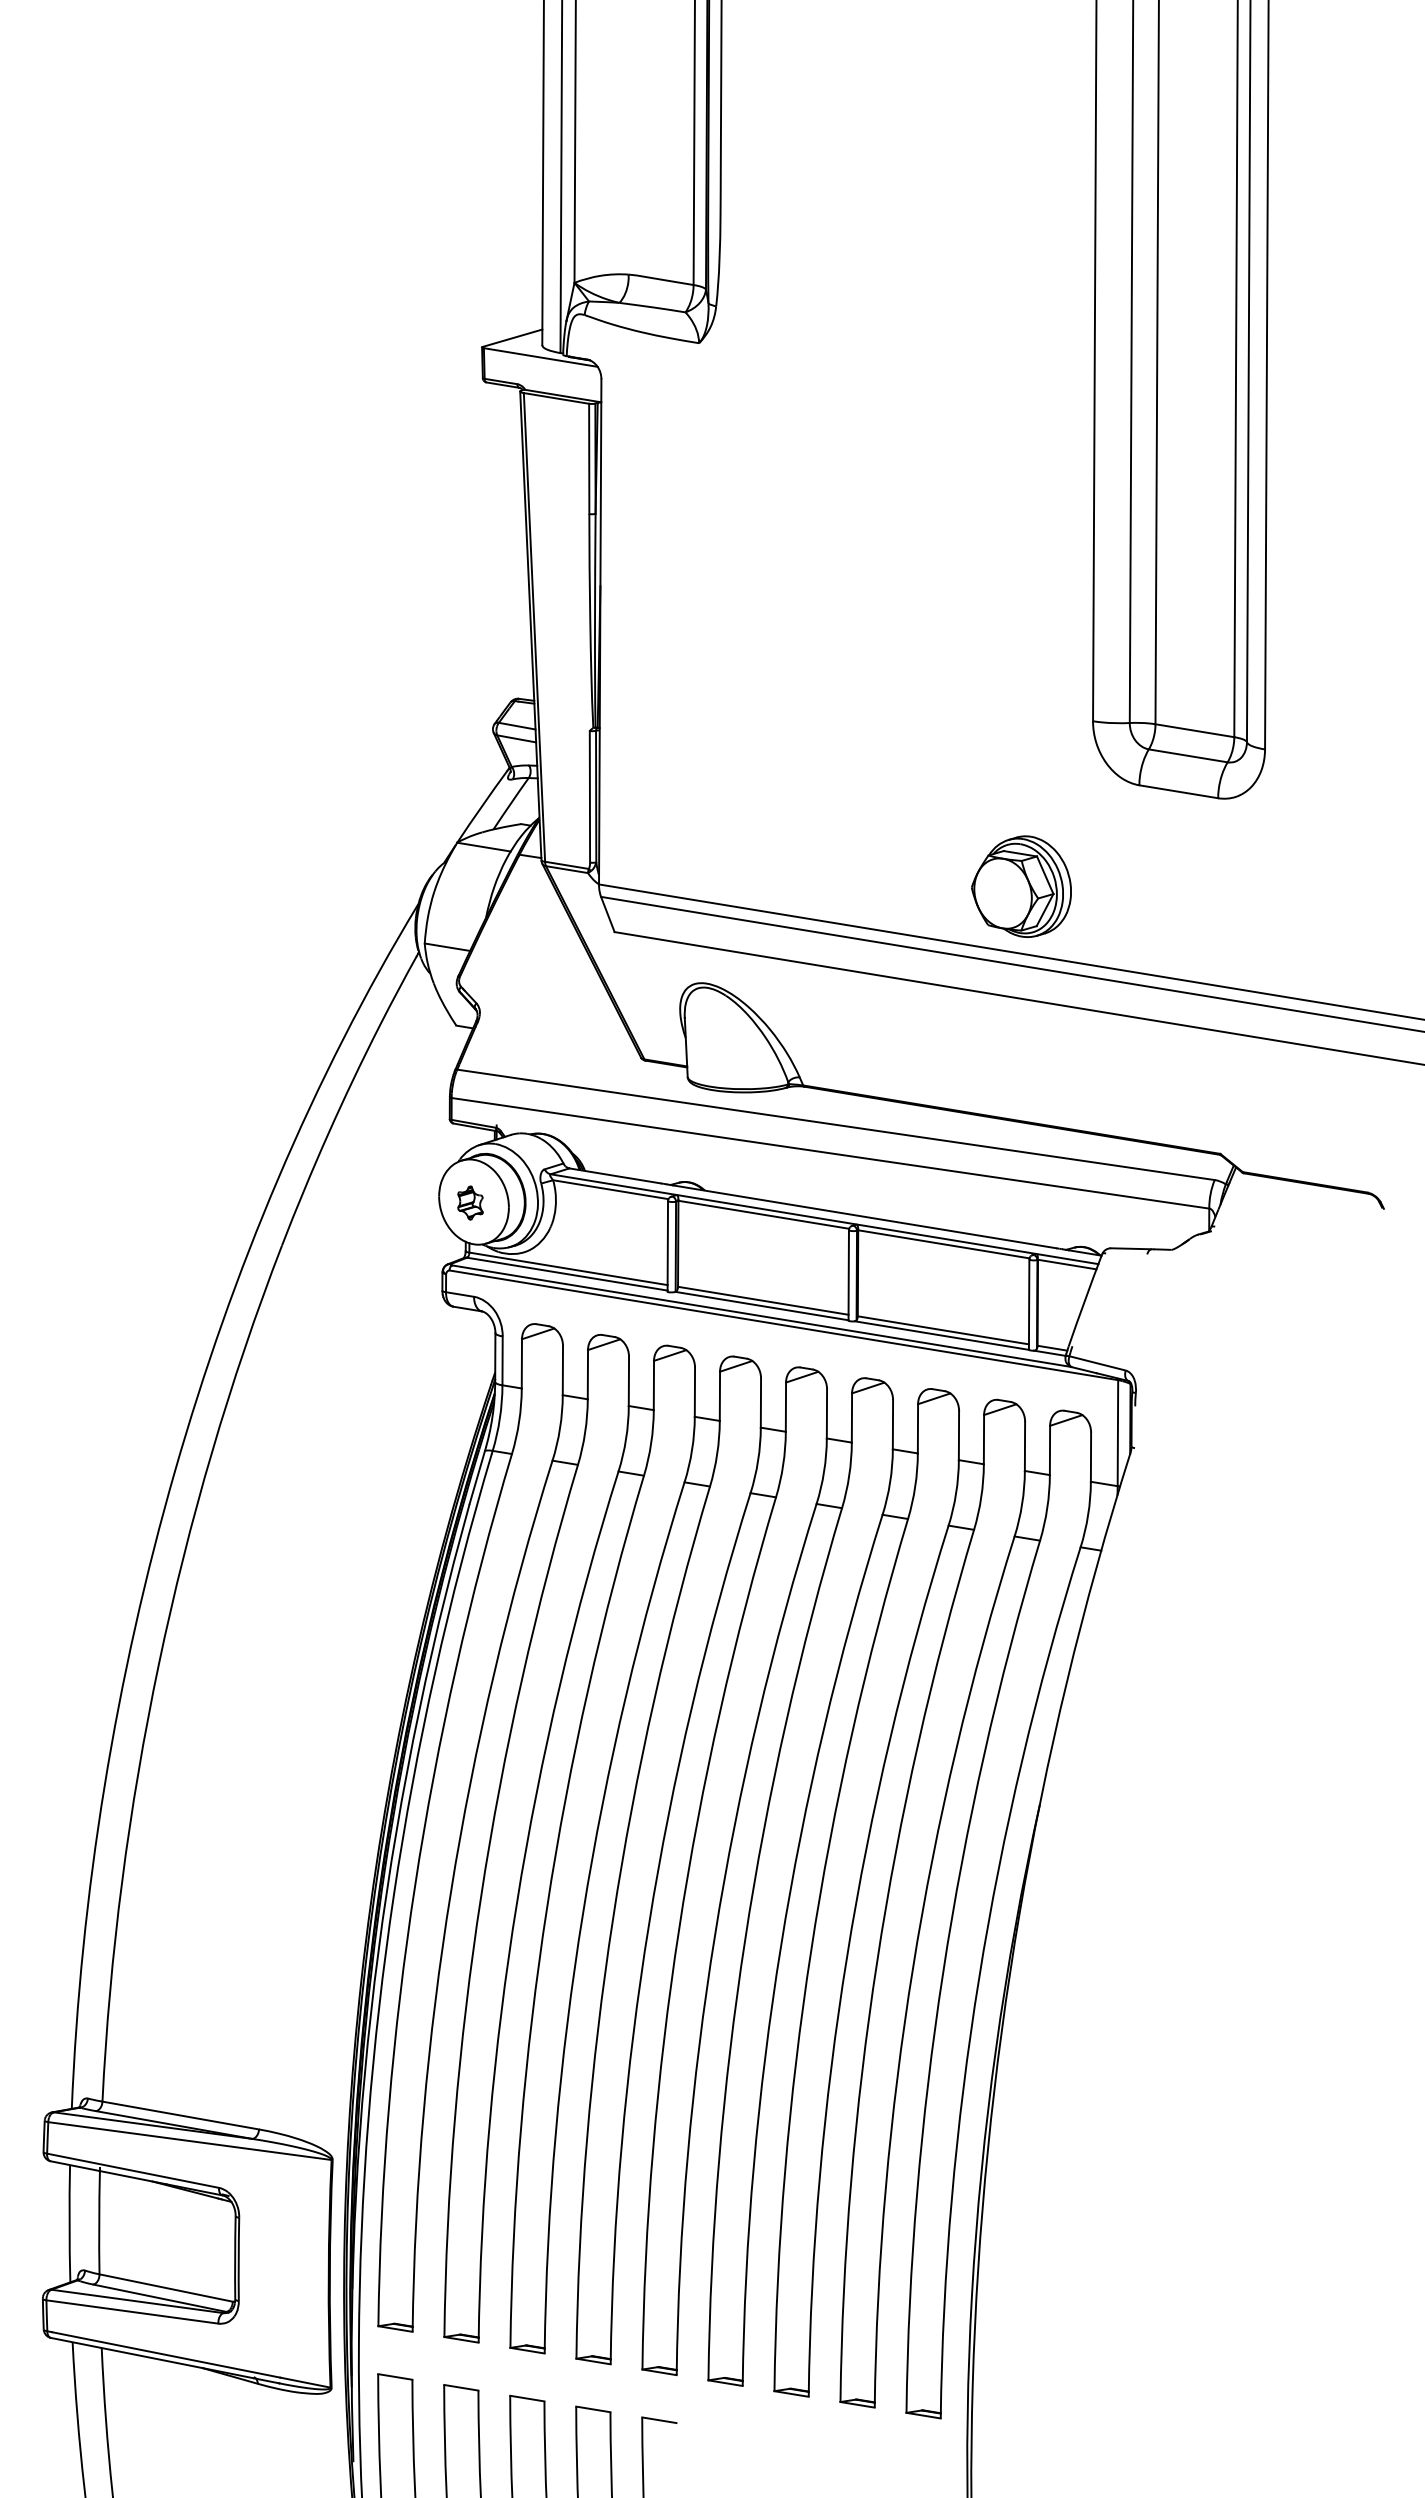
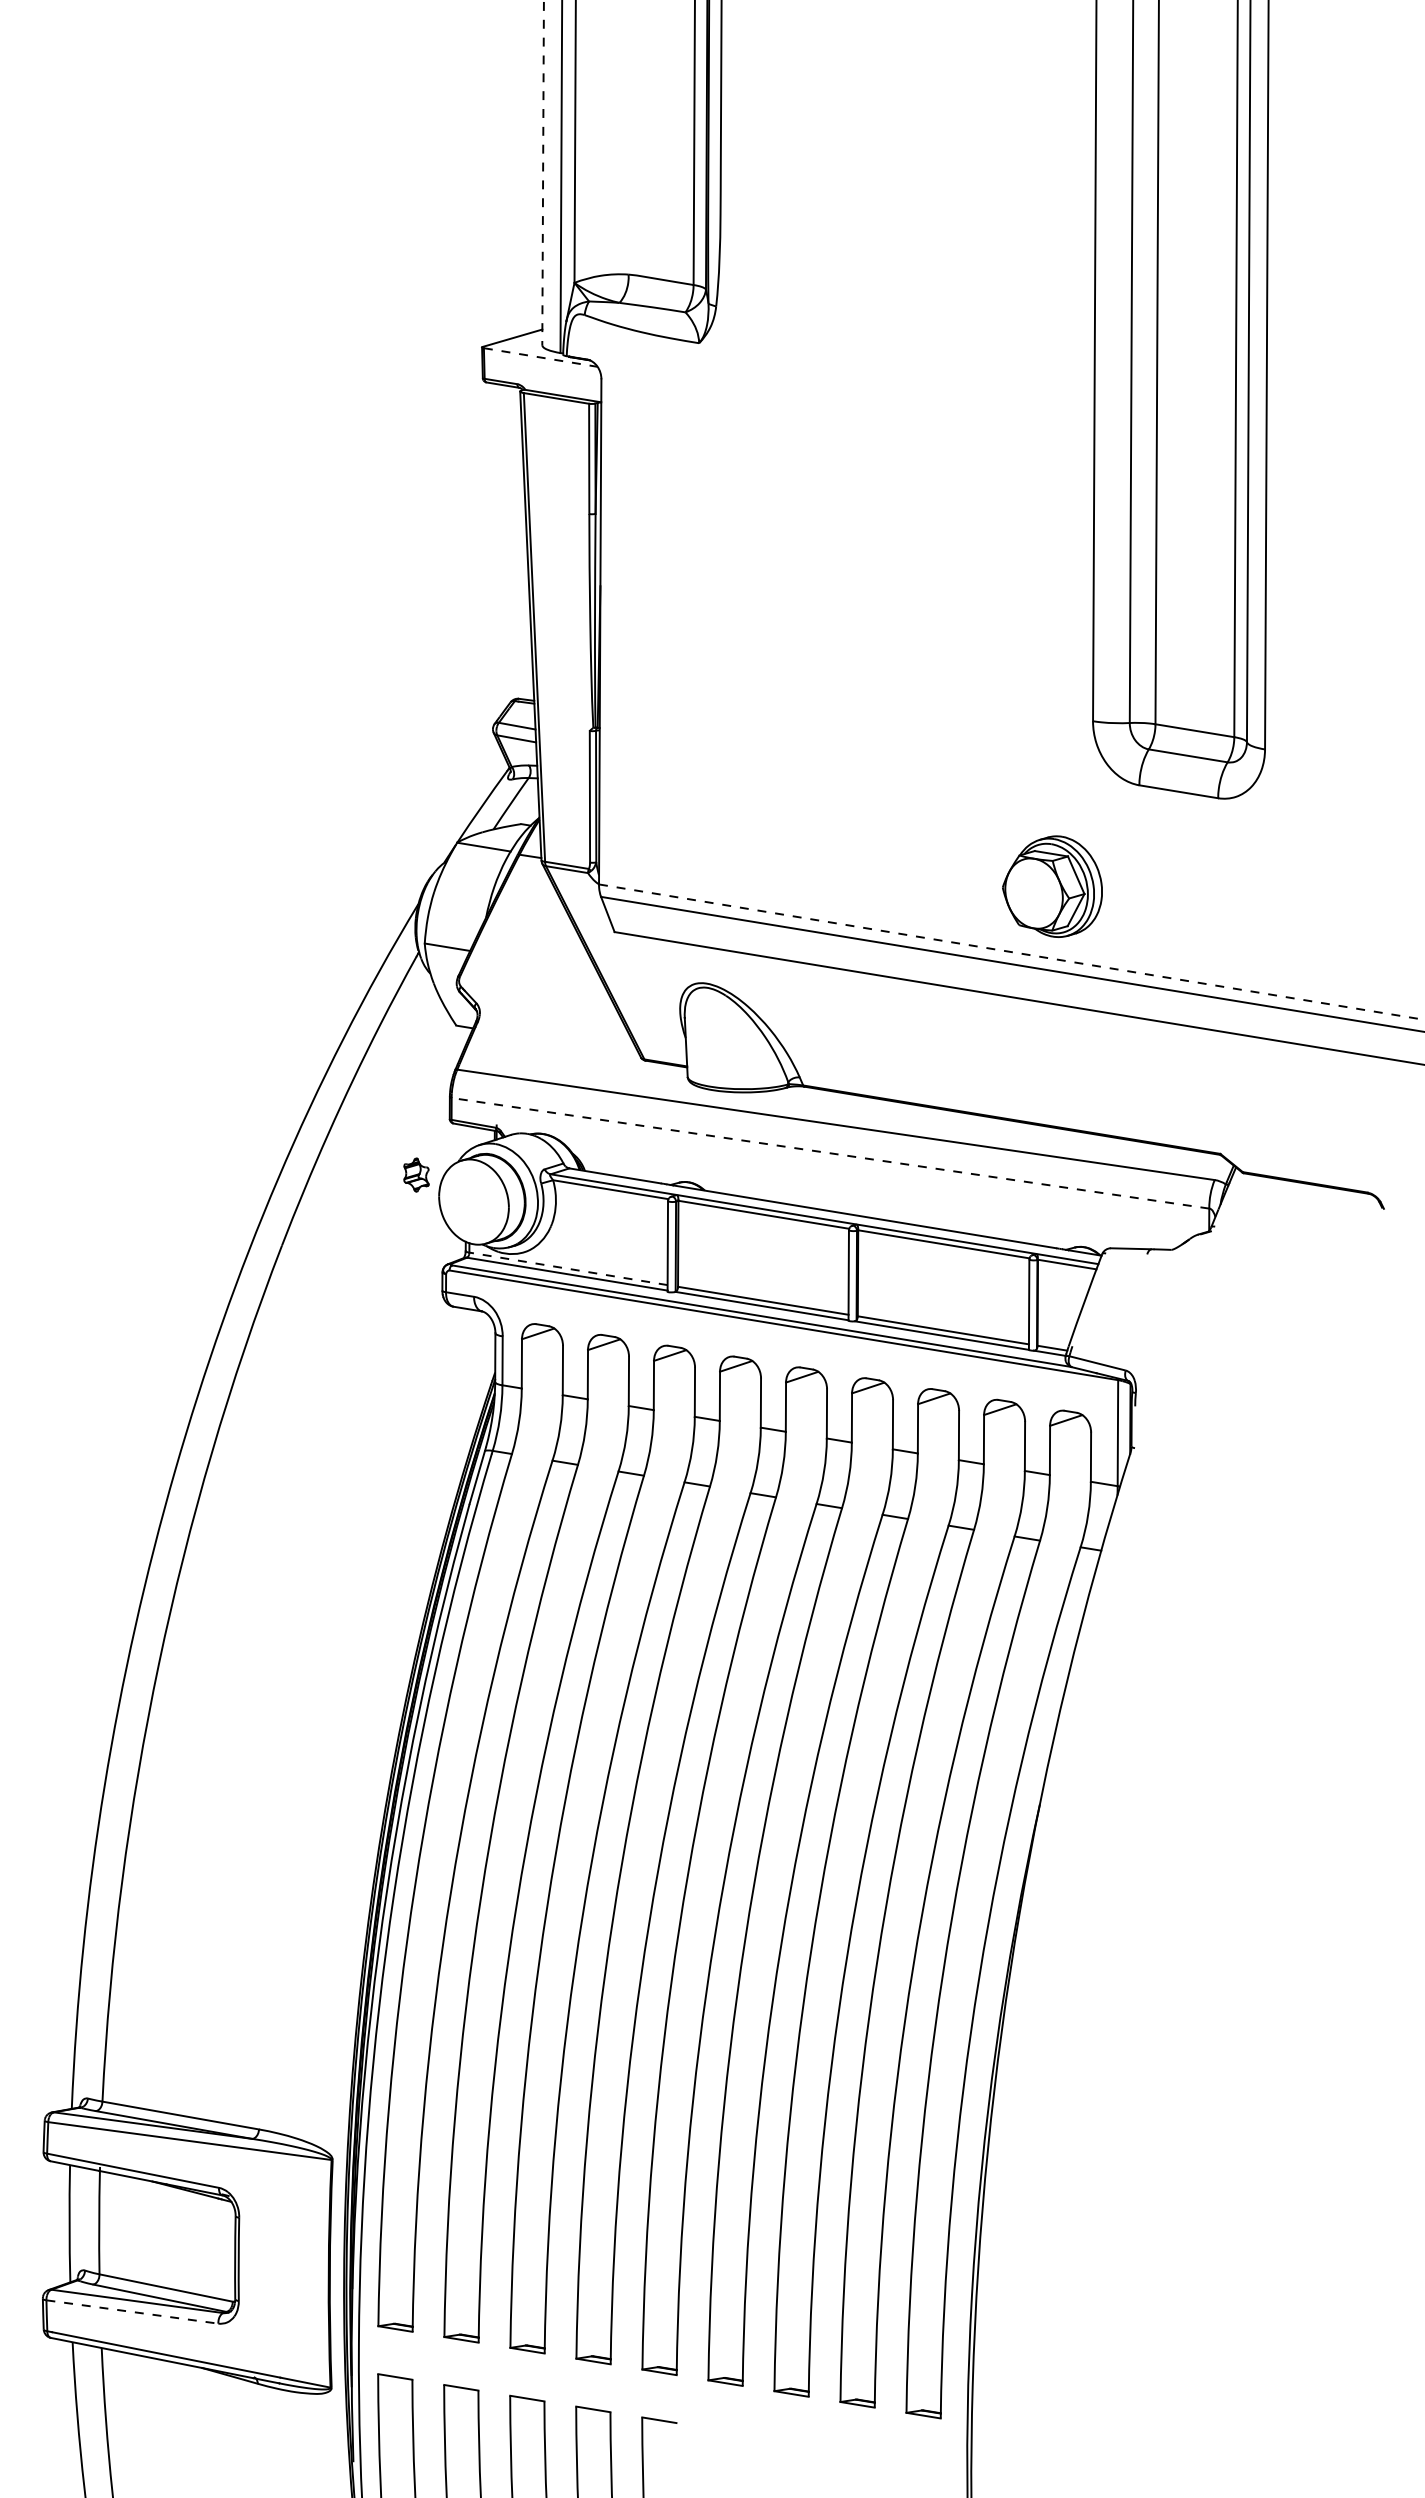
line at (543, 173): solid -> dashed
line at (540, 357): solid -> dashed
part at (1021, 886) position: (1021, 886) -> (1052, 886)
line at (1012, 952): solid -> dashed
line at (830, 1153): solid -> dashed
part at (470, 1202) position: (470, 1202) -> (416, 1174)
line at (568, 1268): solid -> dashed
line at (132, 2311): solid -> dashed
